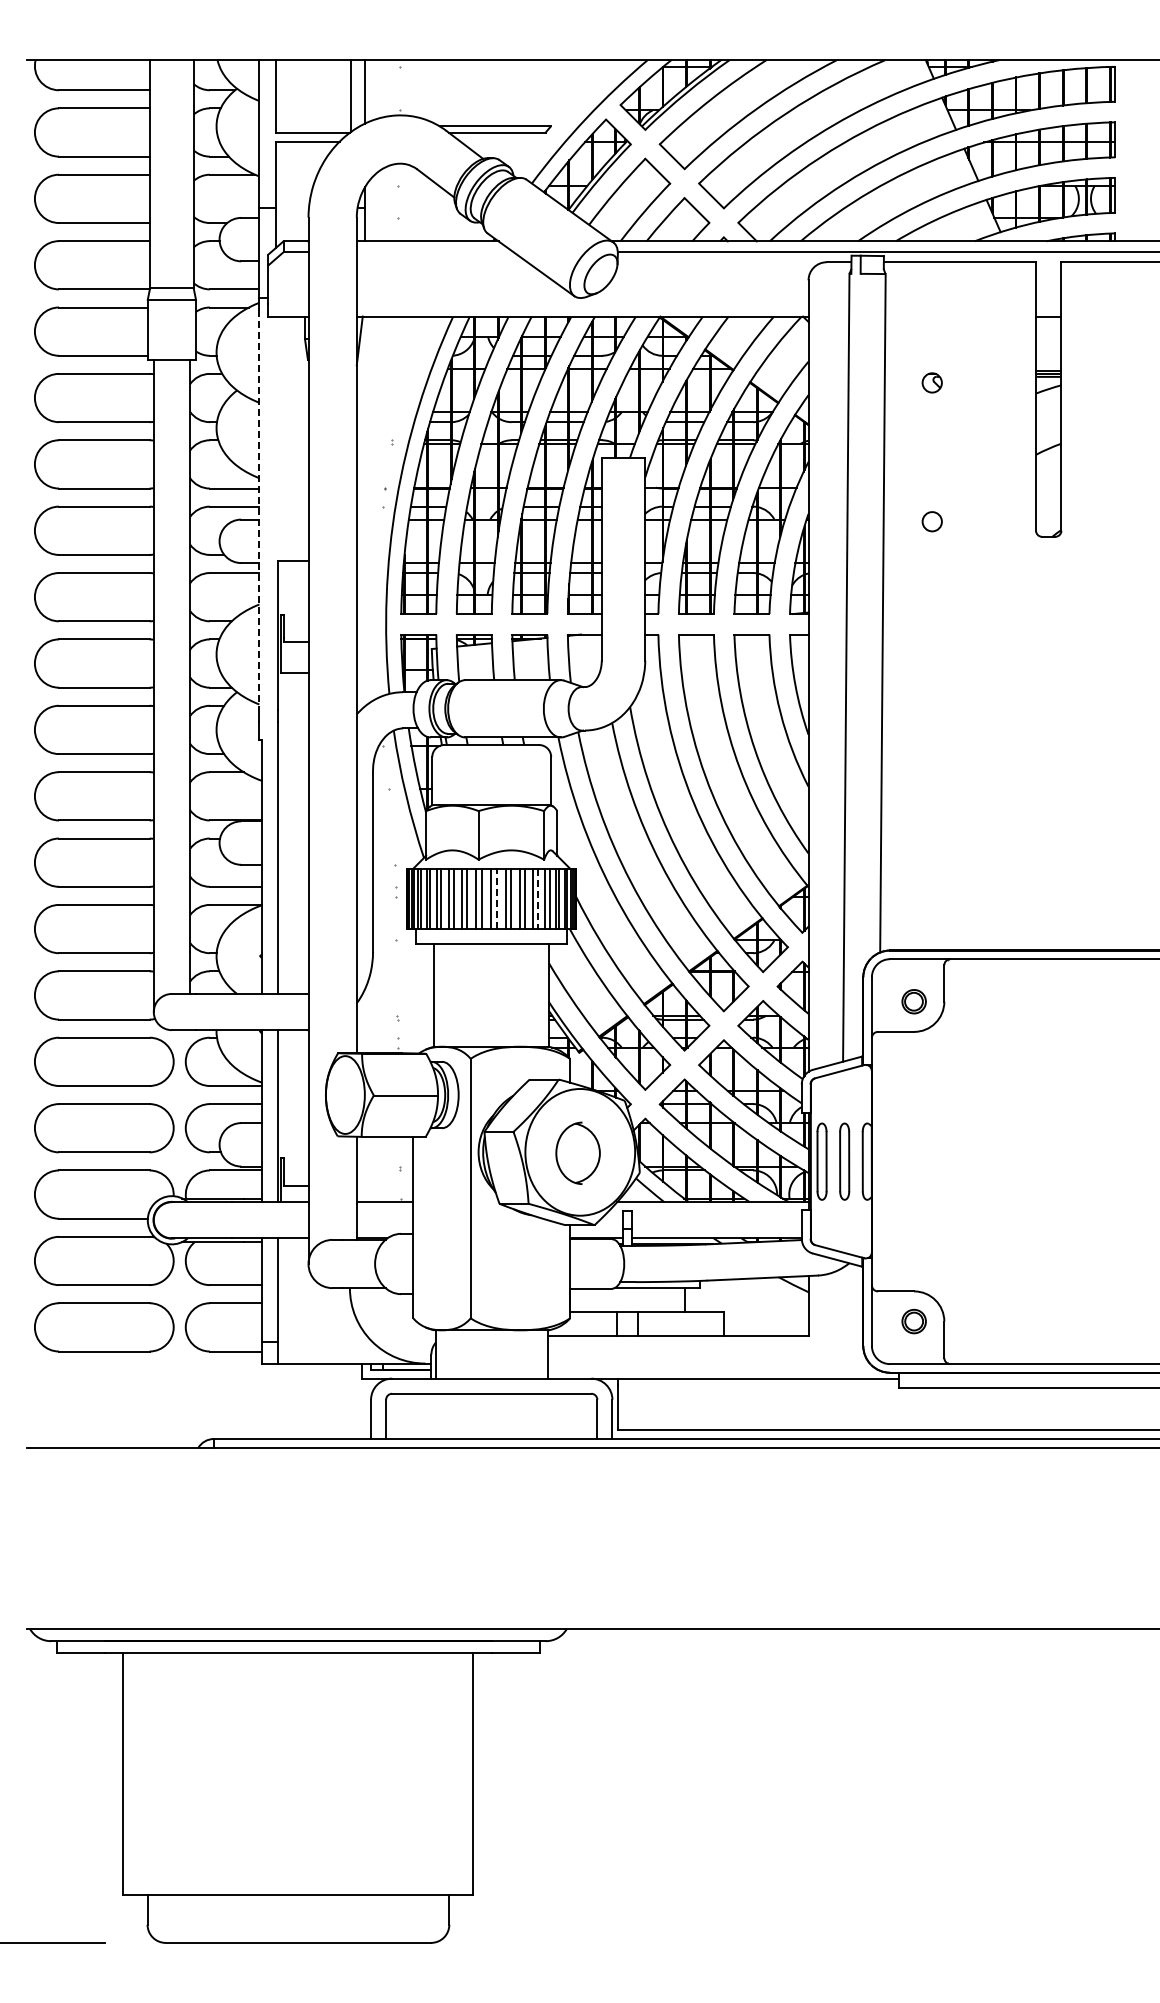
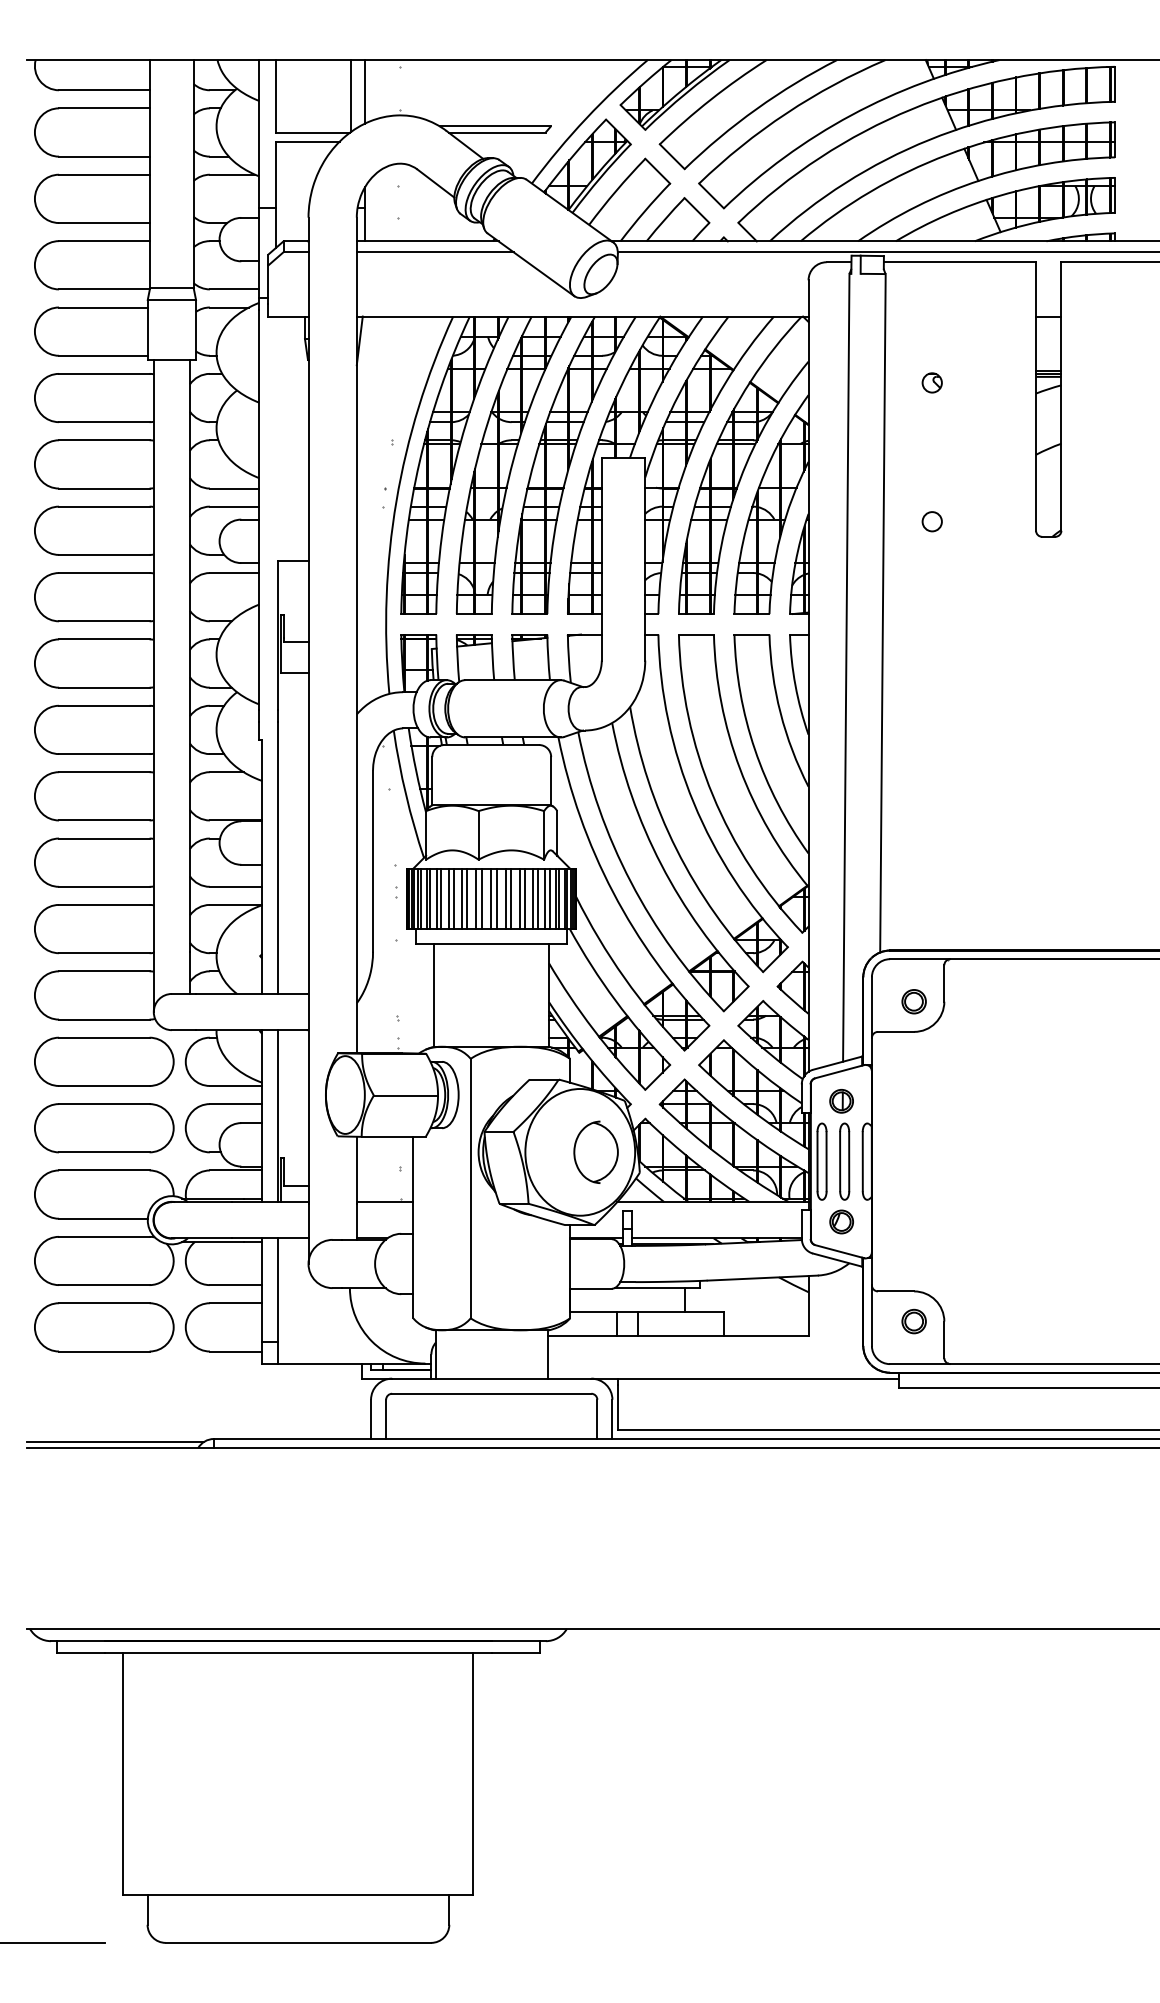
line at (434, 252): none -> present
line at (259, 509): dashed -> solid
line at (496, 898): dashed -> solid
line at (538, 899): dashed -> solid
part at (841, 1101): none -> present
part at (577, 1152) position: (577, 1152) -> (595, 1151)
part at (841, 1221): none -> present
line at (114, 1442): none -> present
